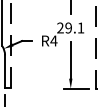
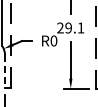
text at (53, 40): R4 -> R0
line at (5, 72): solid -> dashed
